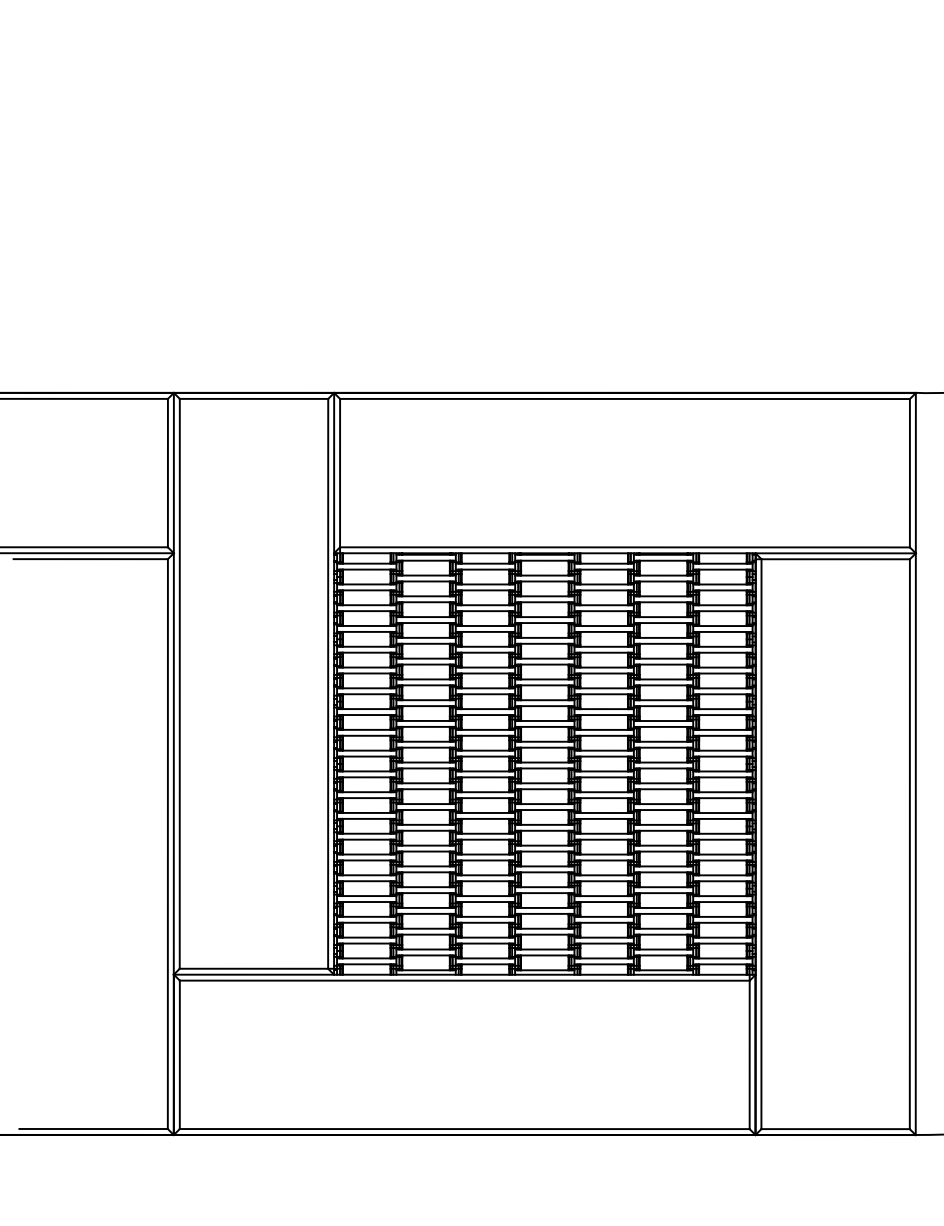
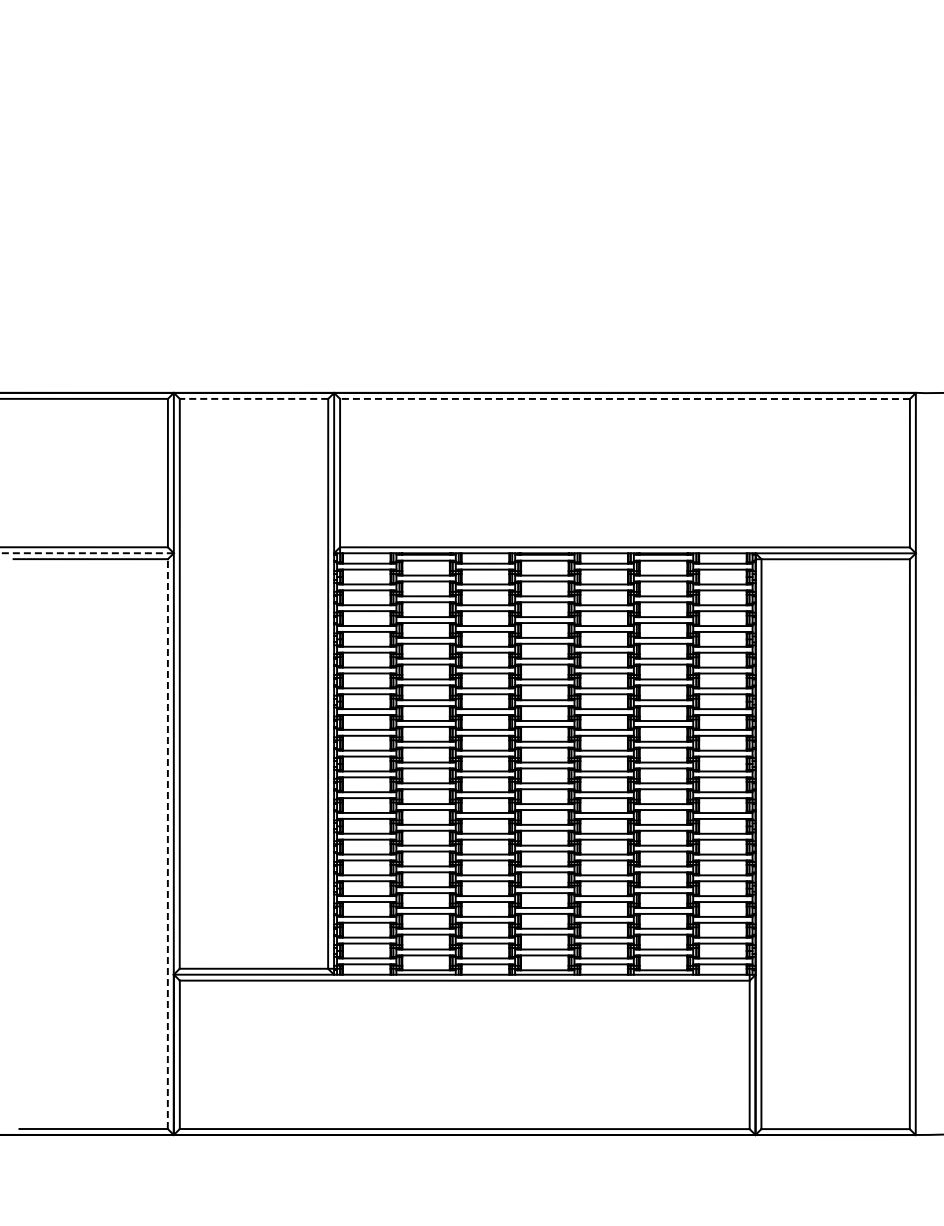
line at (253, 398): solid -> dashed
line at (625, 398): solid -> dashed
line at (86, 553): solid -> dashed
line at (167, 844): solid -> dashed
